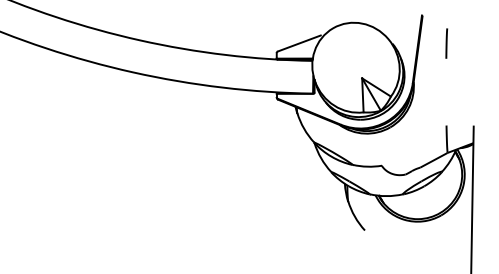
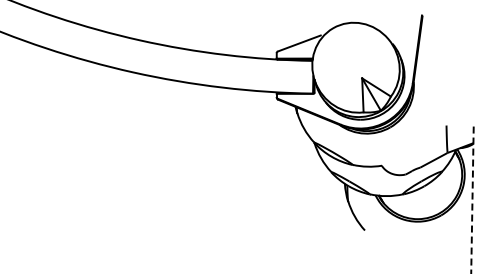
line at (446, 43): present -> none
line at (472, 200): solid -> dashed
